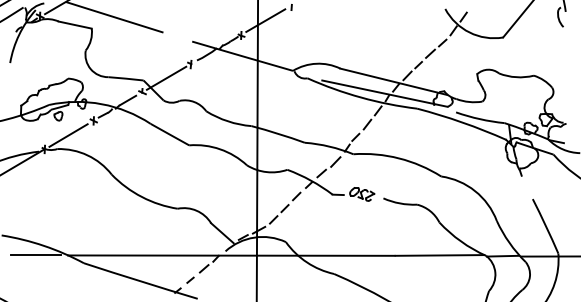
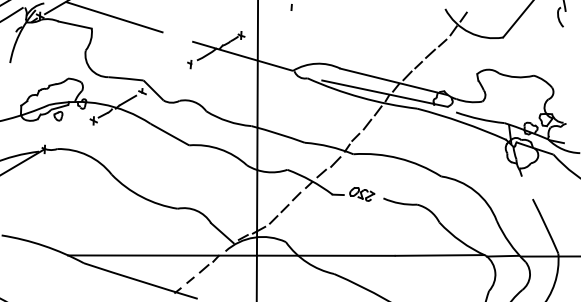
line at (265, 20): present -> none
line at (166, 77): present -> none
line at (68, 135): present -> none
line at (35, 254): present -> none
